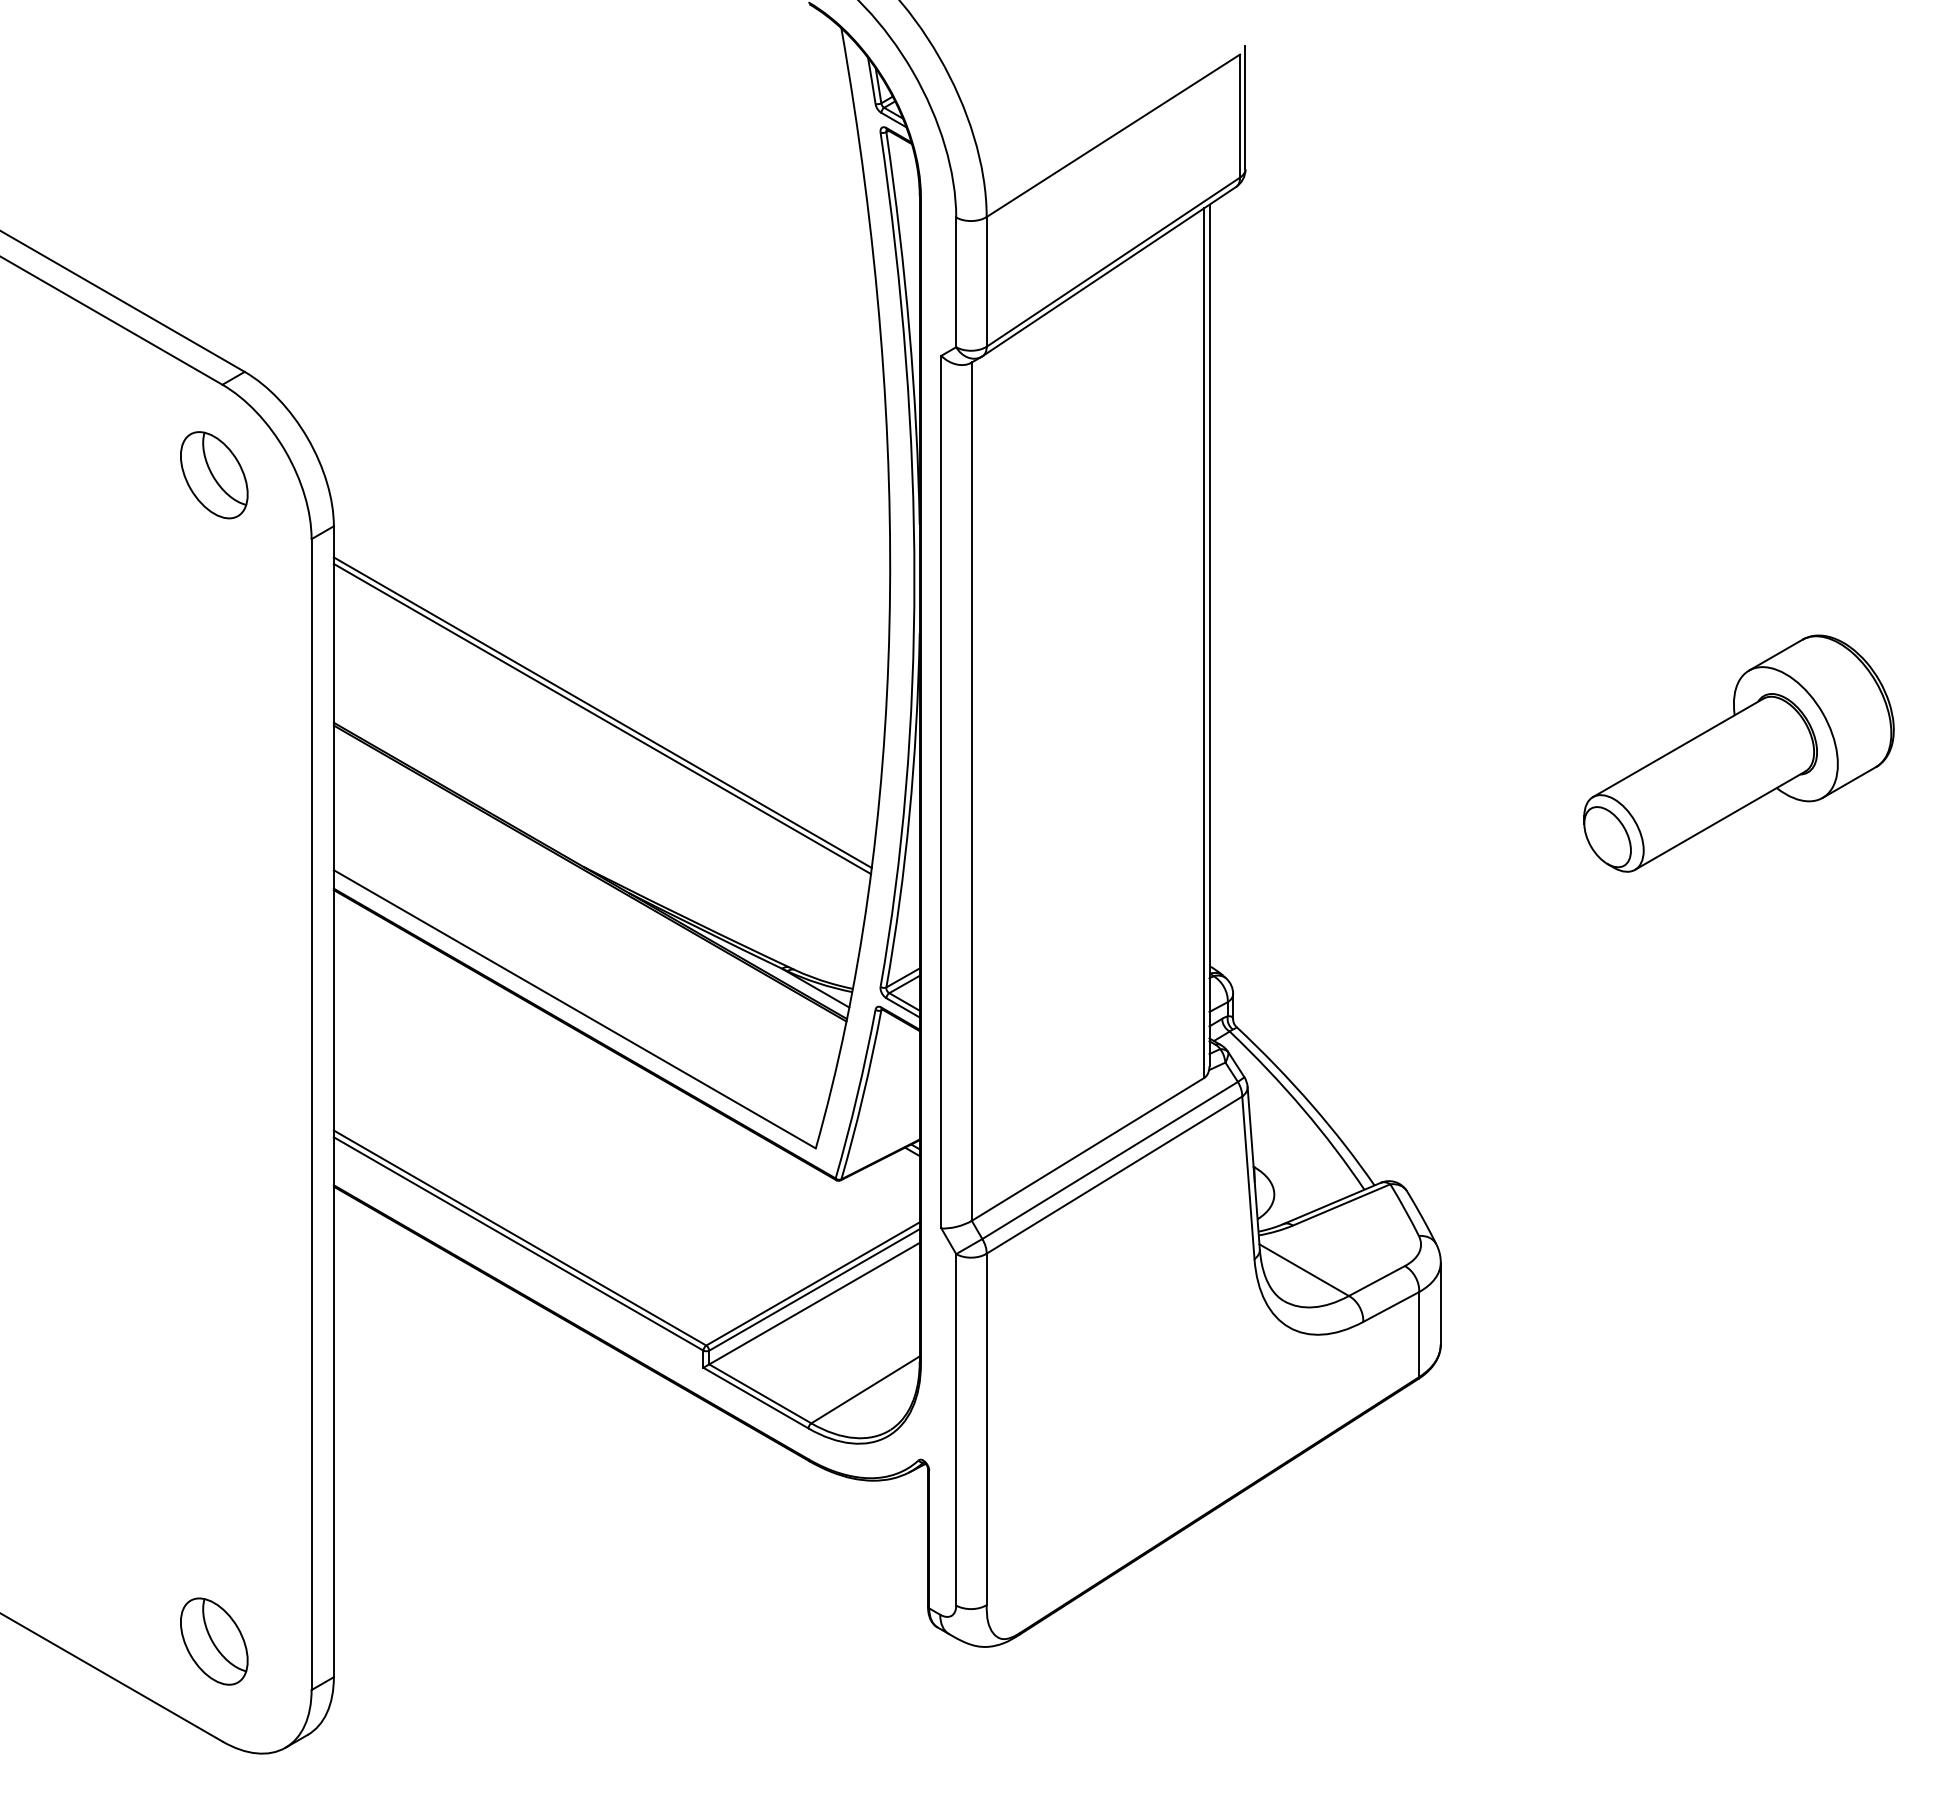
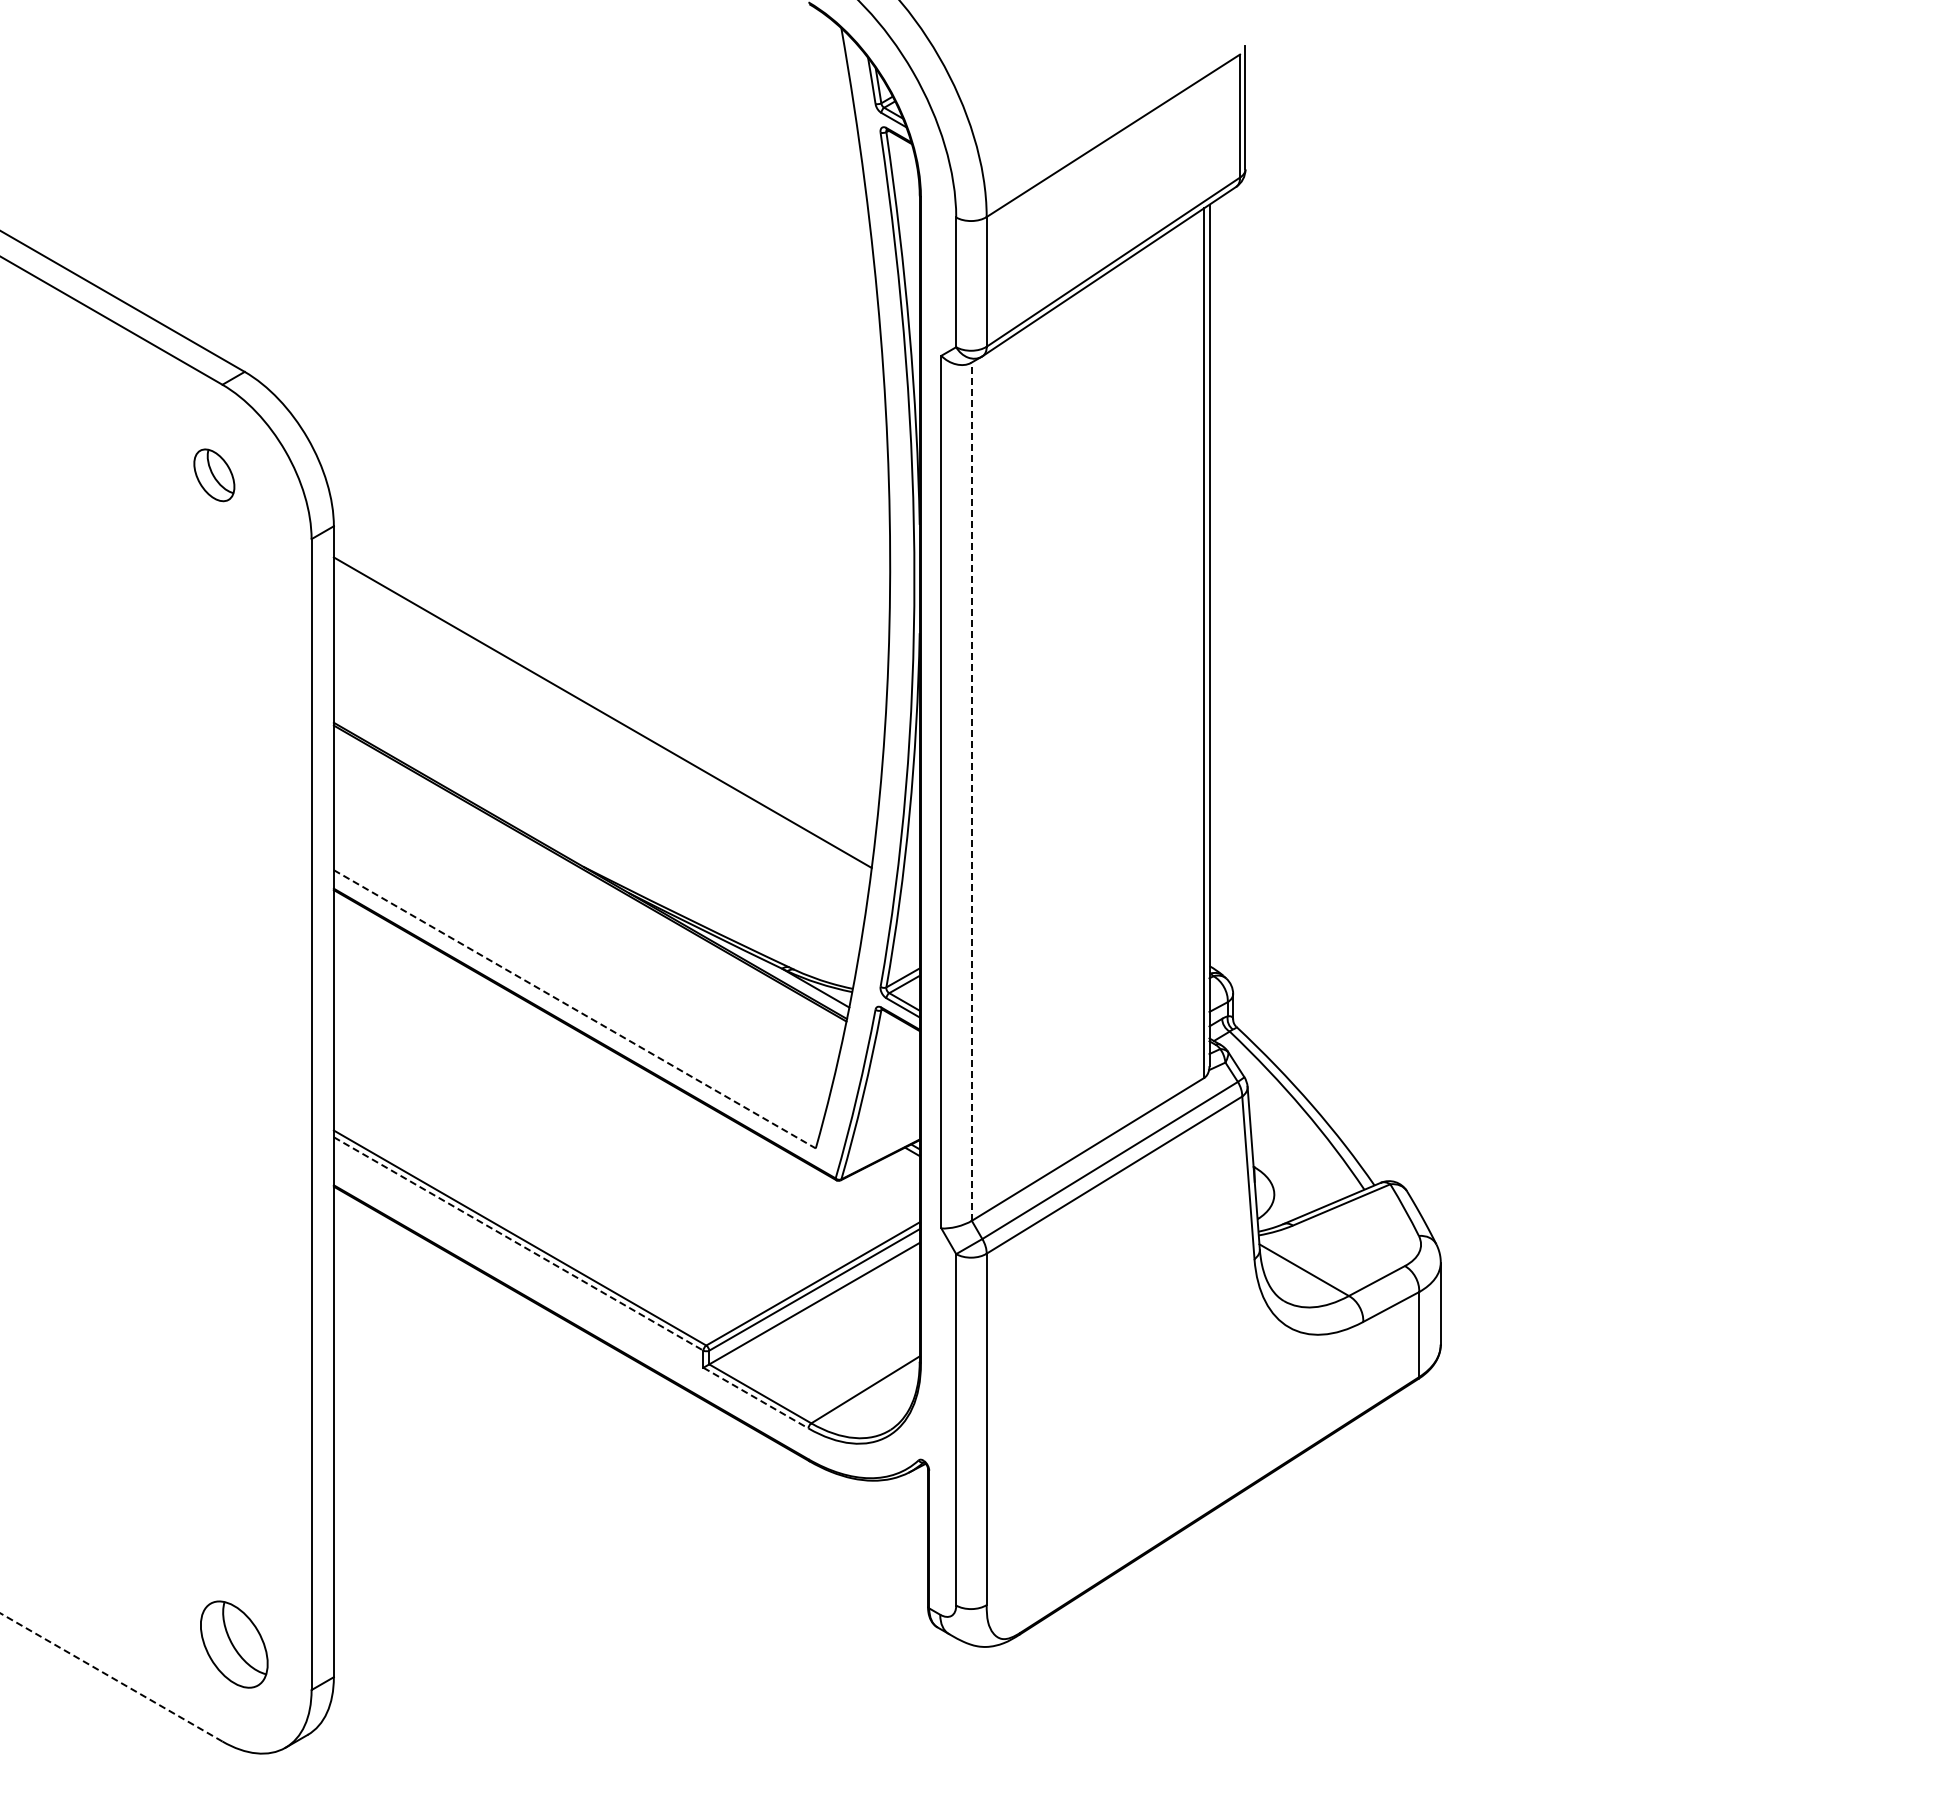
part at (214, 475) size: 69x89 px -> 43x55 px
line at (602, 718): present -> none
part at (1738, 753): present -> none
line at (971, 791): solid -> dashed
line at (575, 1009): solid -> dashed
line at (519, 1244): solid -> dashed
line at (755, 1398): solid -> dashed
part at (214, 1641) position: (214, 1641) -> (234, 1644)
line at (111, 1677): solid -> dashed
